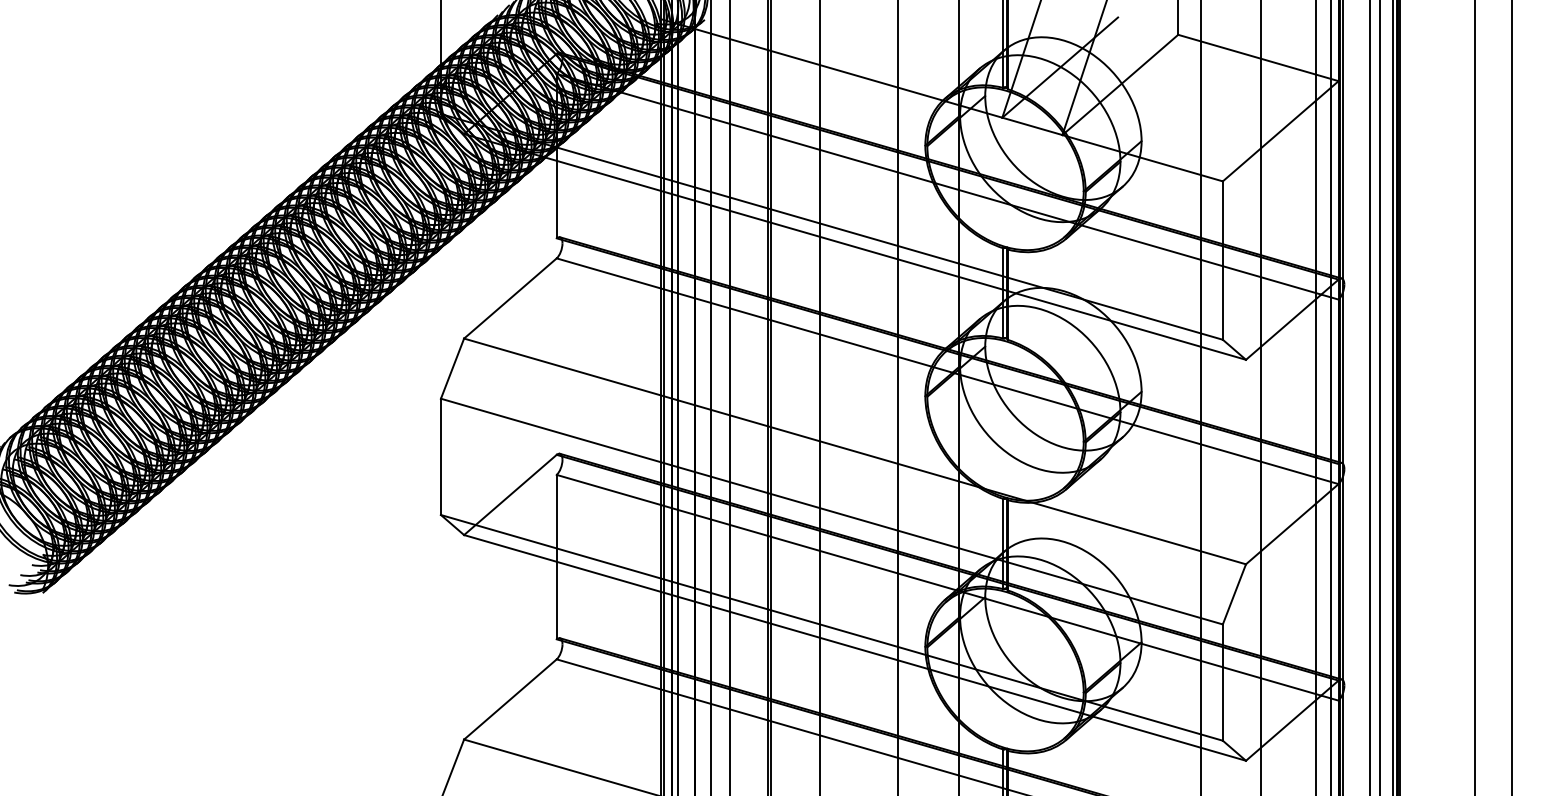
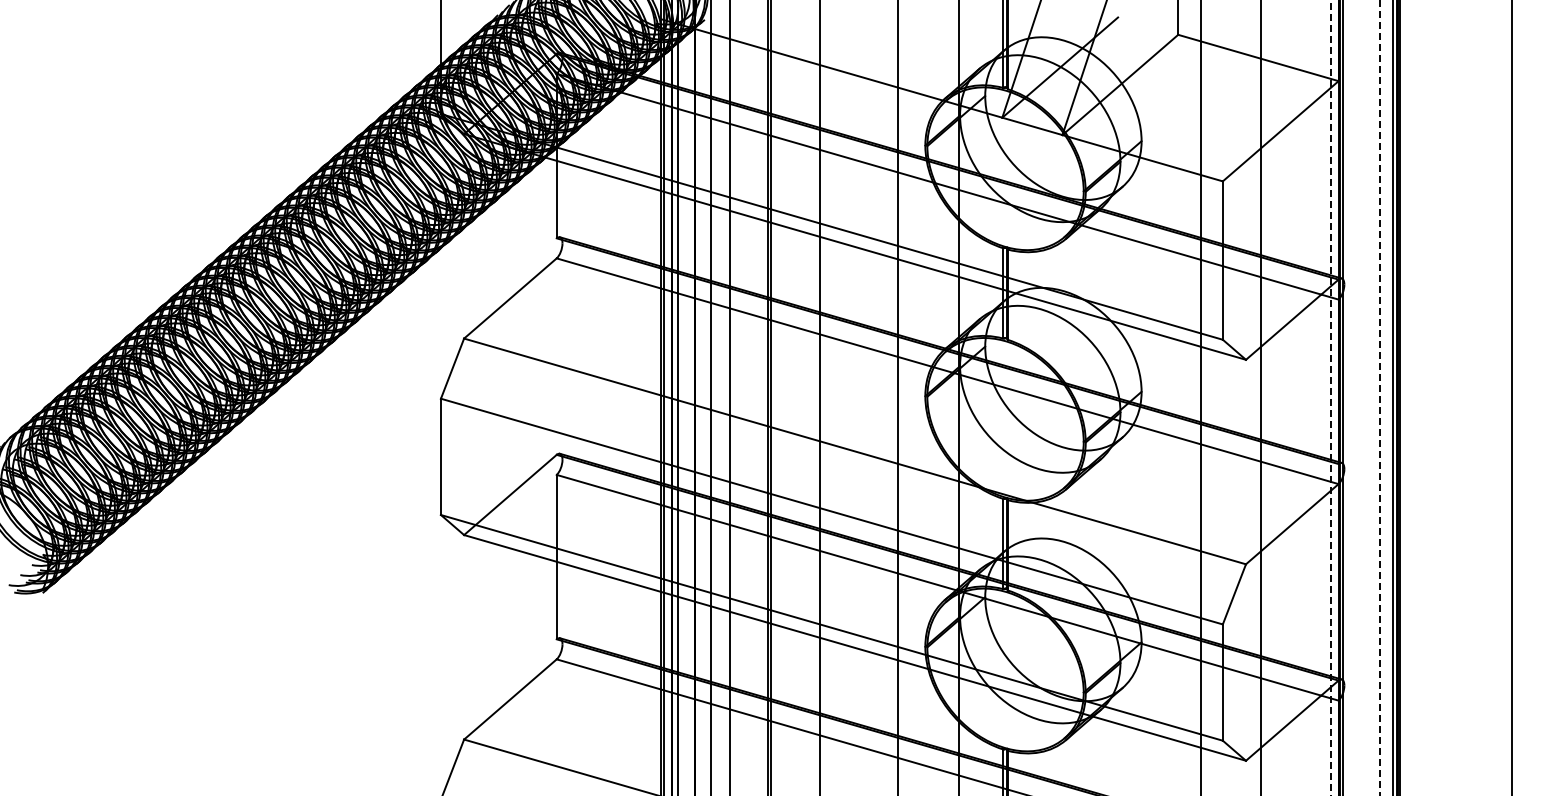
line at (1316, 397): present -> none
line at (1370, 397): present -> none
line at (1474, 397): present -> none
line at (1330, 398): solid -> dashed
line at (1379, 398): solid -> dashed
